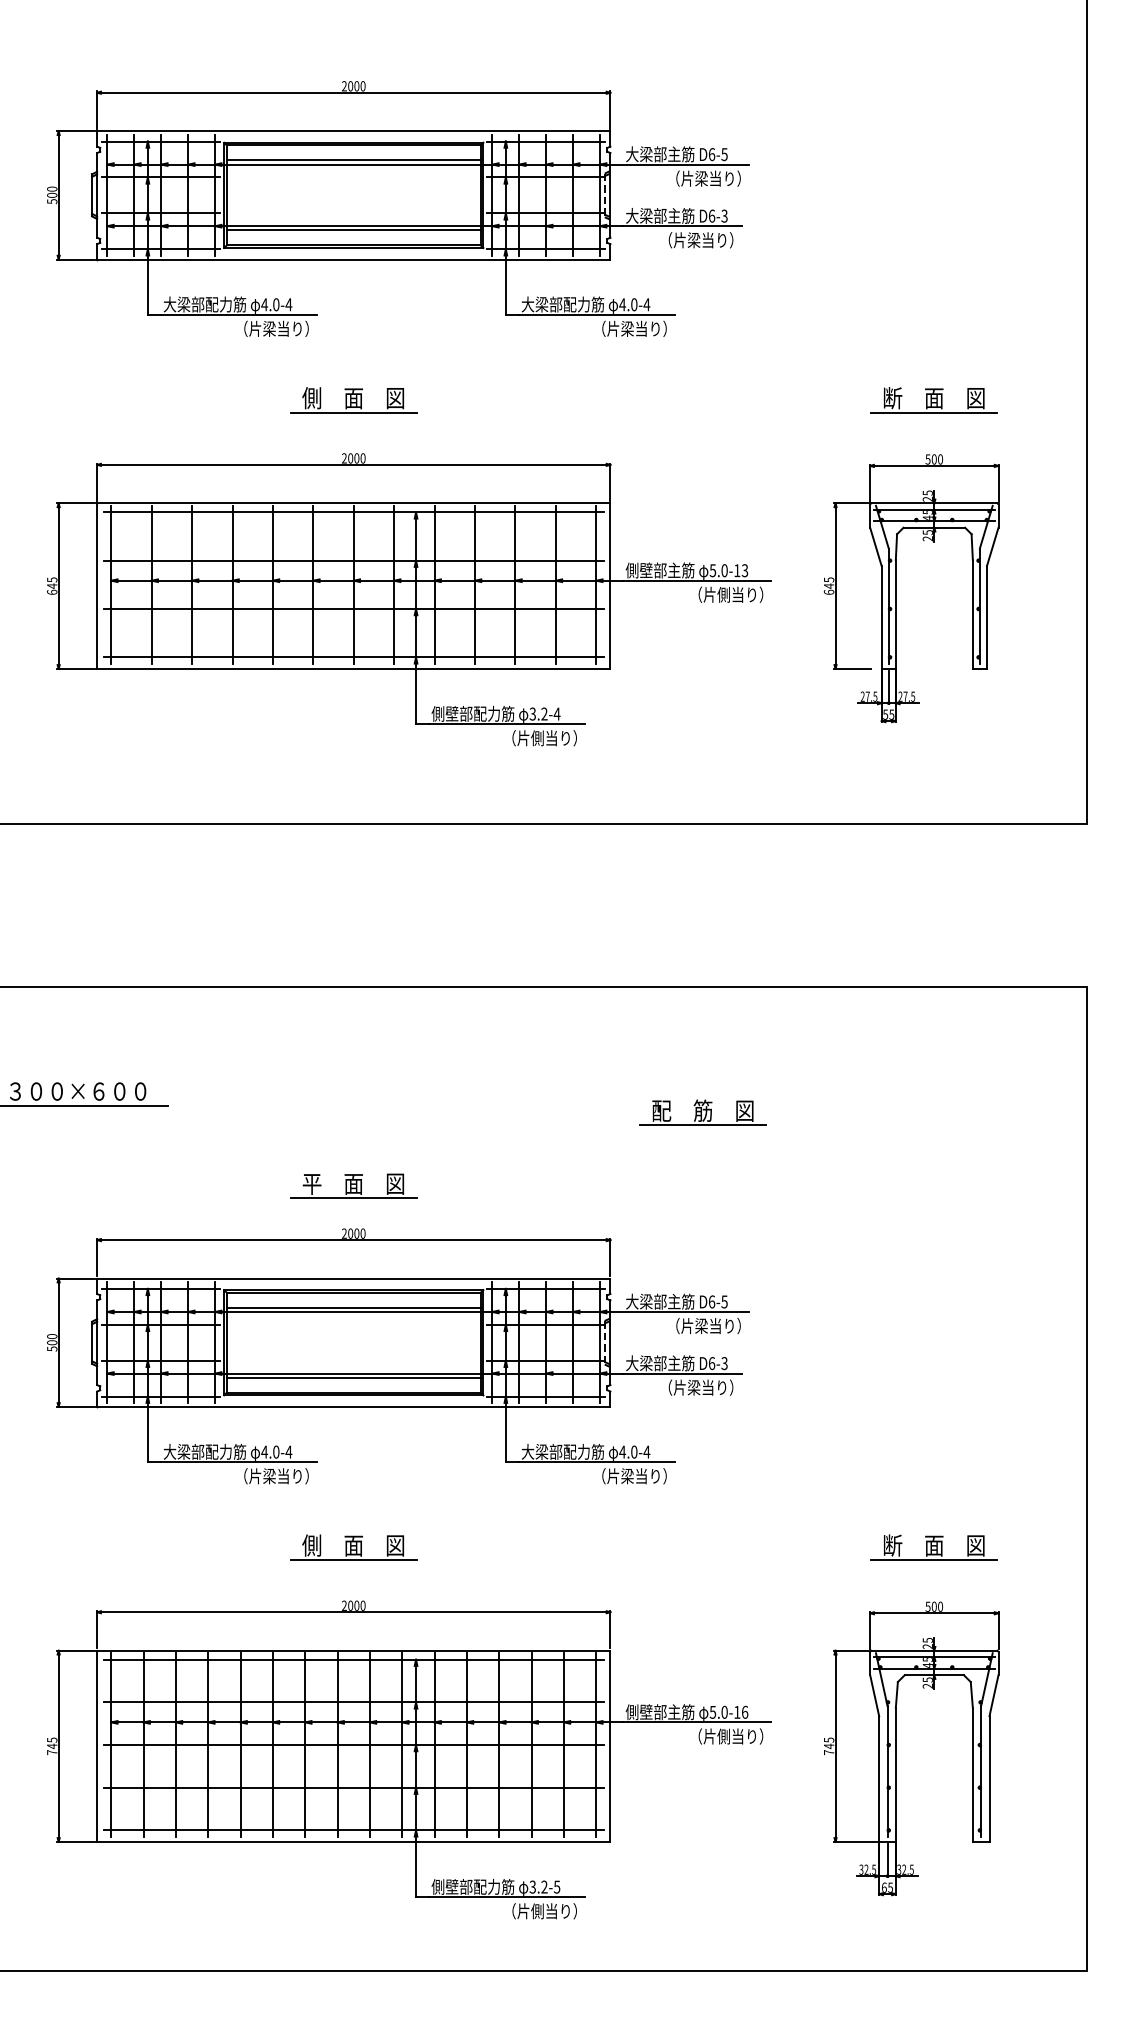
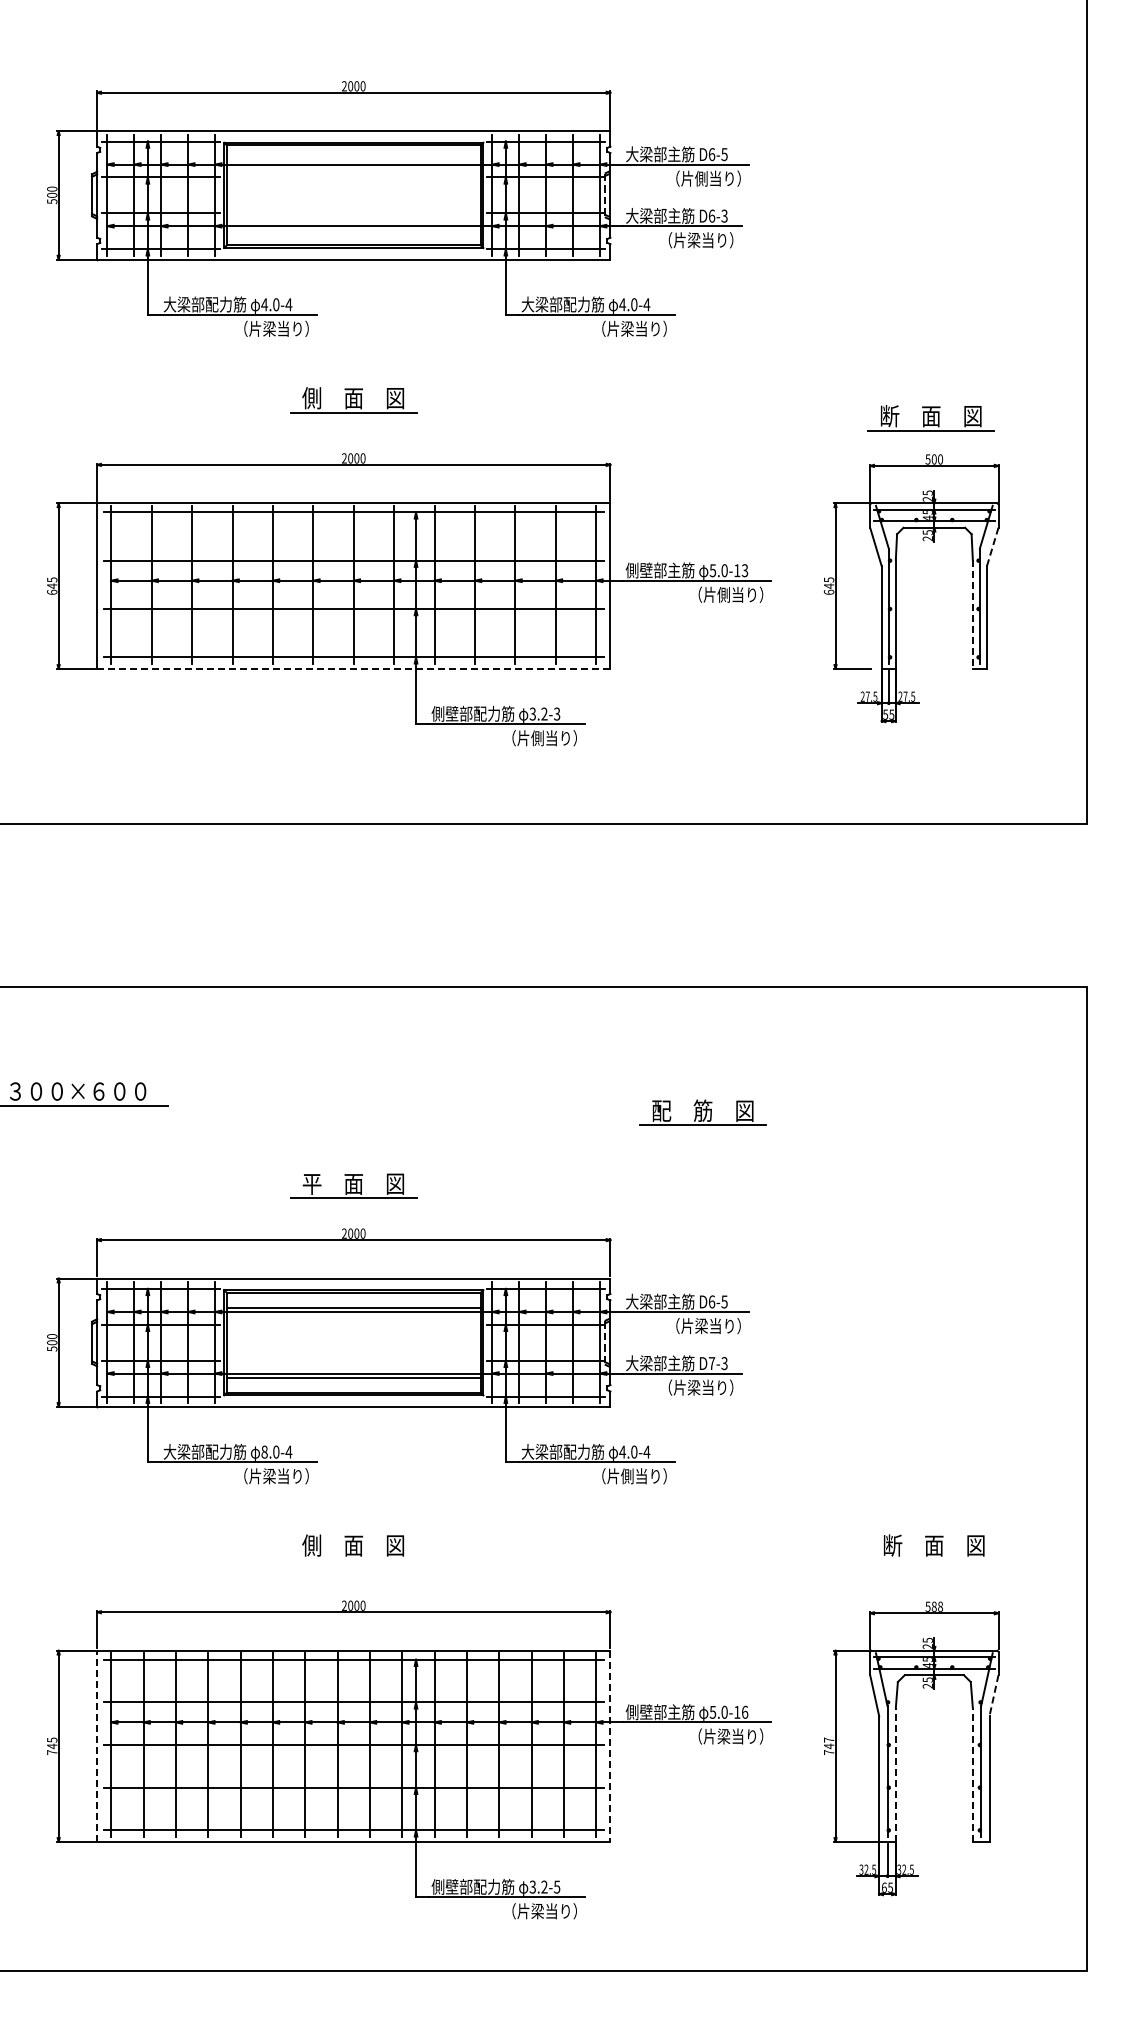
line at (353, 160): present -> none
text at (701, 178): （片梁当り） -> （片側当り）
line at (353, 230): present -> none
part at (933, 400) position: (933, 400) -> (930, 418)
line at (992, 547): solid -> dashed
line at (972, 614): solid -> dashed
line at (353, 668): solid -> dashed
text at (556, 713): 3.2-4 -> 3.2-3
text at (711, 1363): D6-3 -> D7-3
text at (264, 1451): 4.0-4 -> 8.0-4
text at (627, 1476): （片梁当り） -> （片側当り）
line at (353, 1559): present -> none
line at (934, 1559): present -> none
text at (937, 1606): 500 -> 588
line at (993, 1696): solid -> dashed
text at (723, 1736): （片側当り） -> （片梁当り）
text at (829, 1739): 745 -> 747
line at (97, 1746): solid -> dashed
line at (610, 1746): solid -> dashed
line at (895, 1774): solid -> dashed
line at (972, 1774): solid -> dashed
text at (537, 1911): （片側当り） -> （片梁当り）
